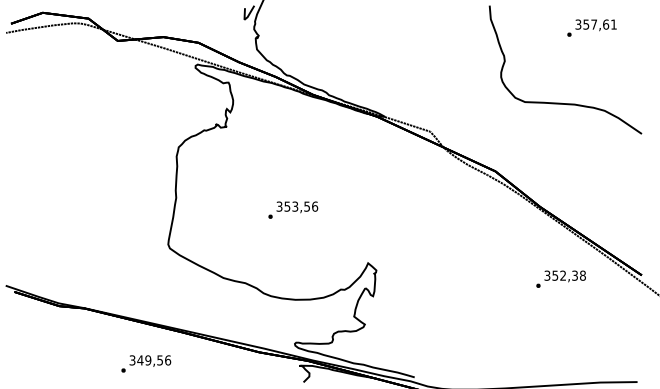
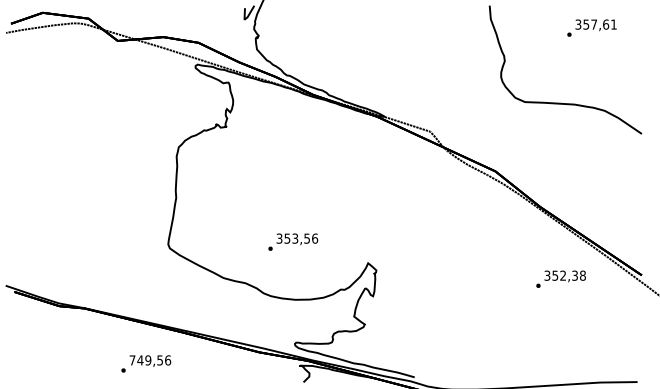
text at (293, 209) position: (293, 209) -> (293, 241)
text at (132, 360): 349,56 -> 749,56
